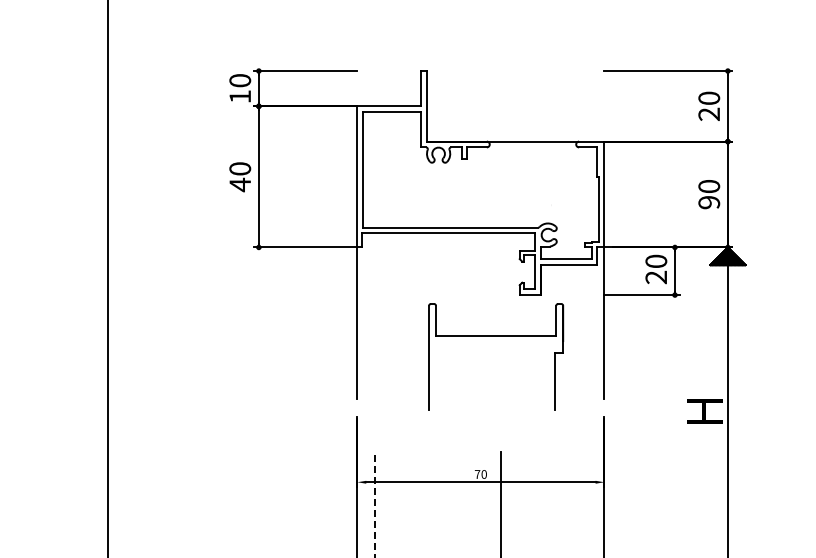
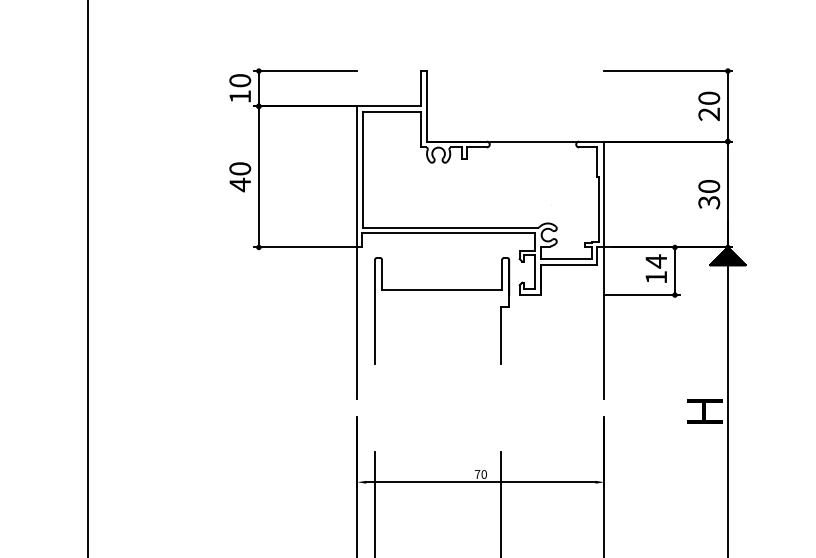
text at (709, 202): 90 -> 30
text at (656, 269): 20 -> 14
line at (108, 278) position: (108, 278) -> (88, 278)
part at (496, 336) position: (496, 336) -> (442, 290)
line at (375, 504): dashed -> solid
